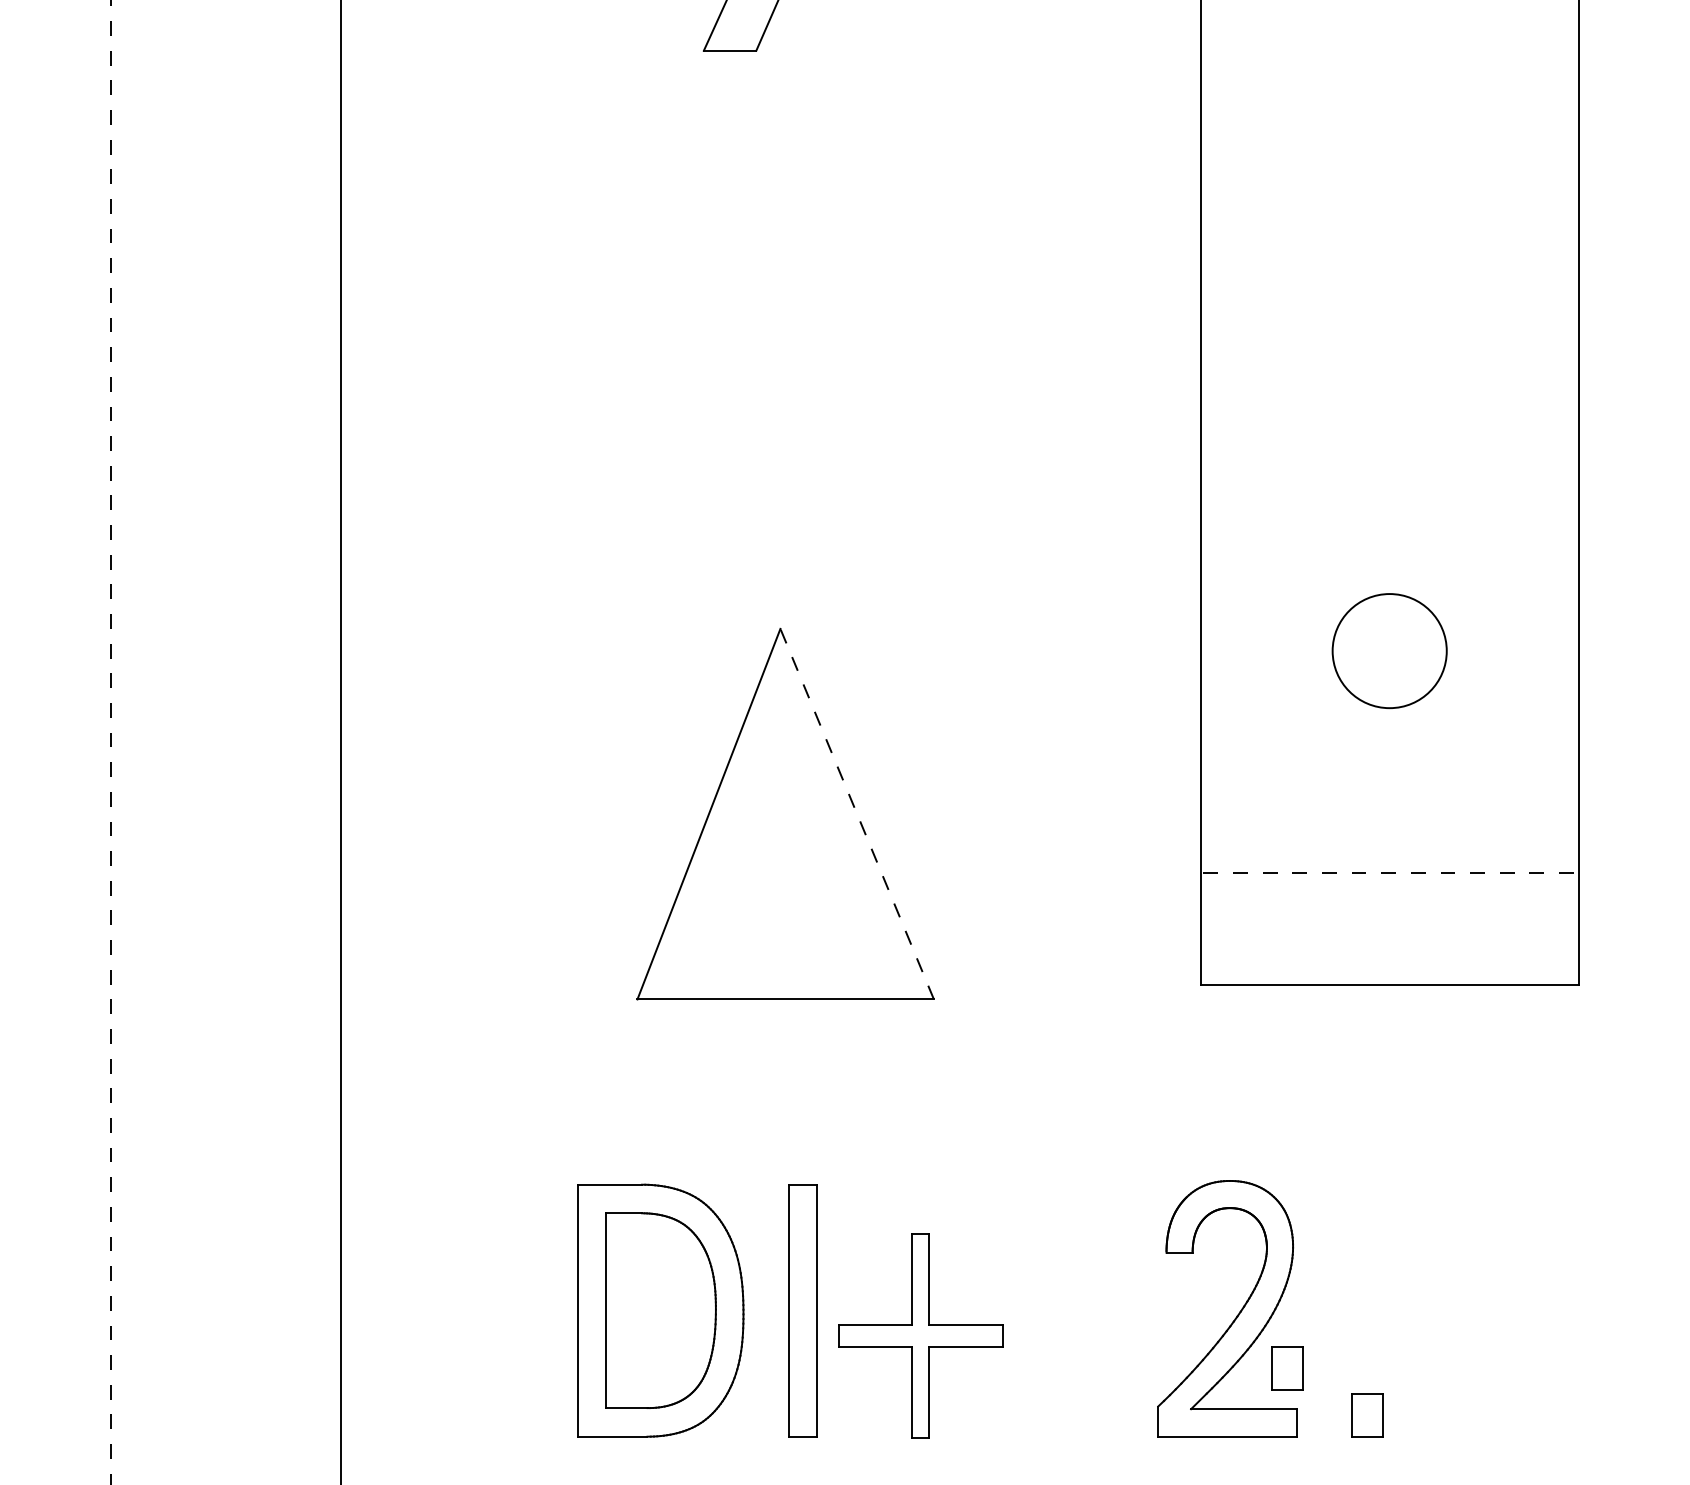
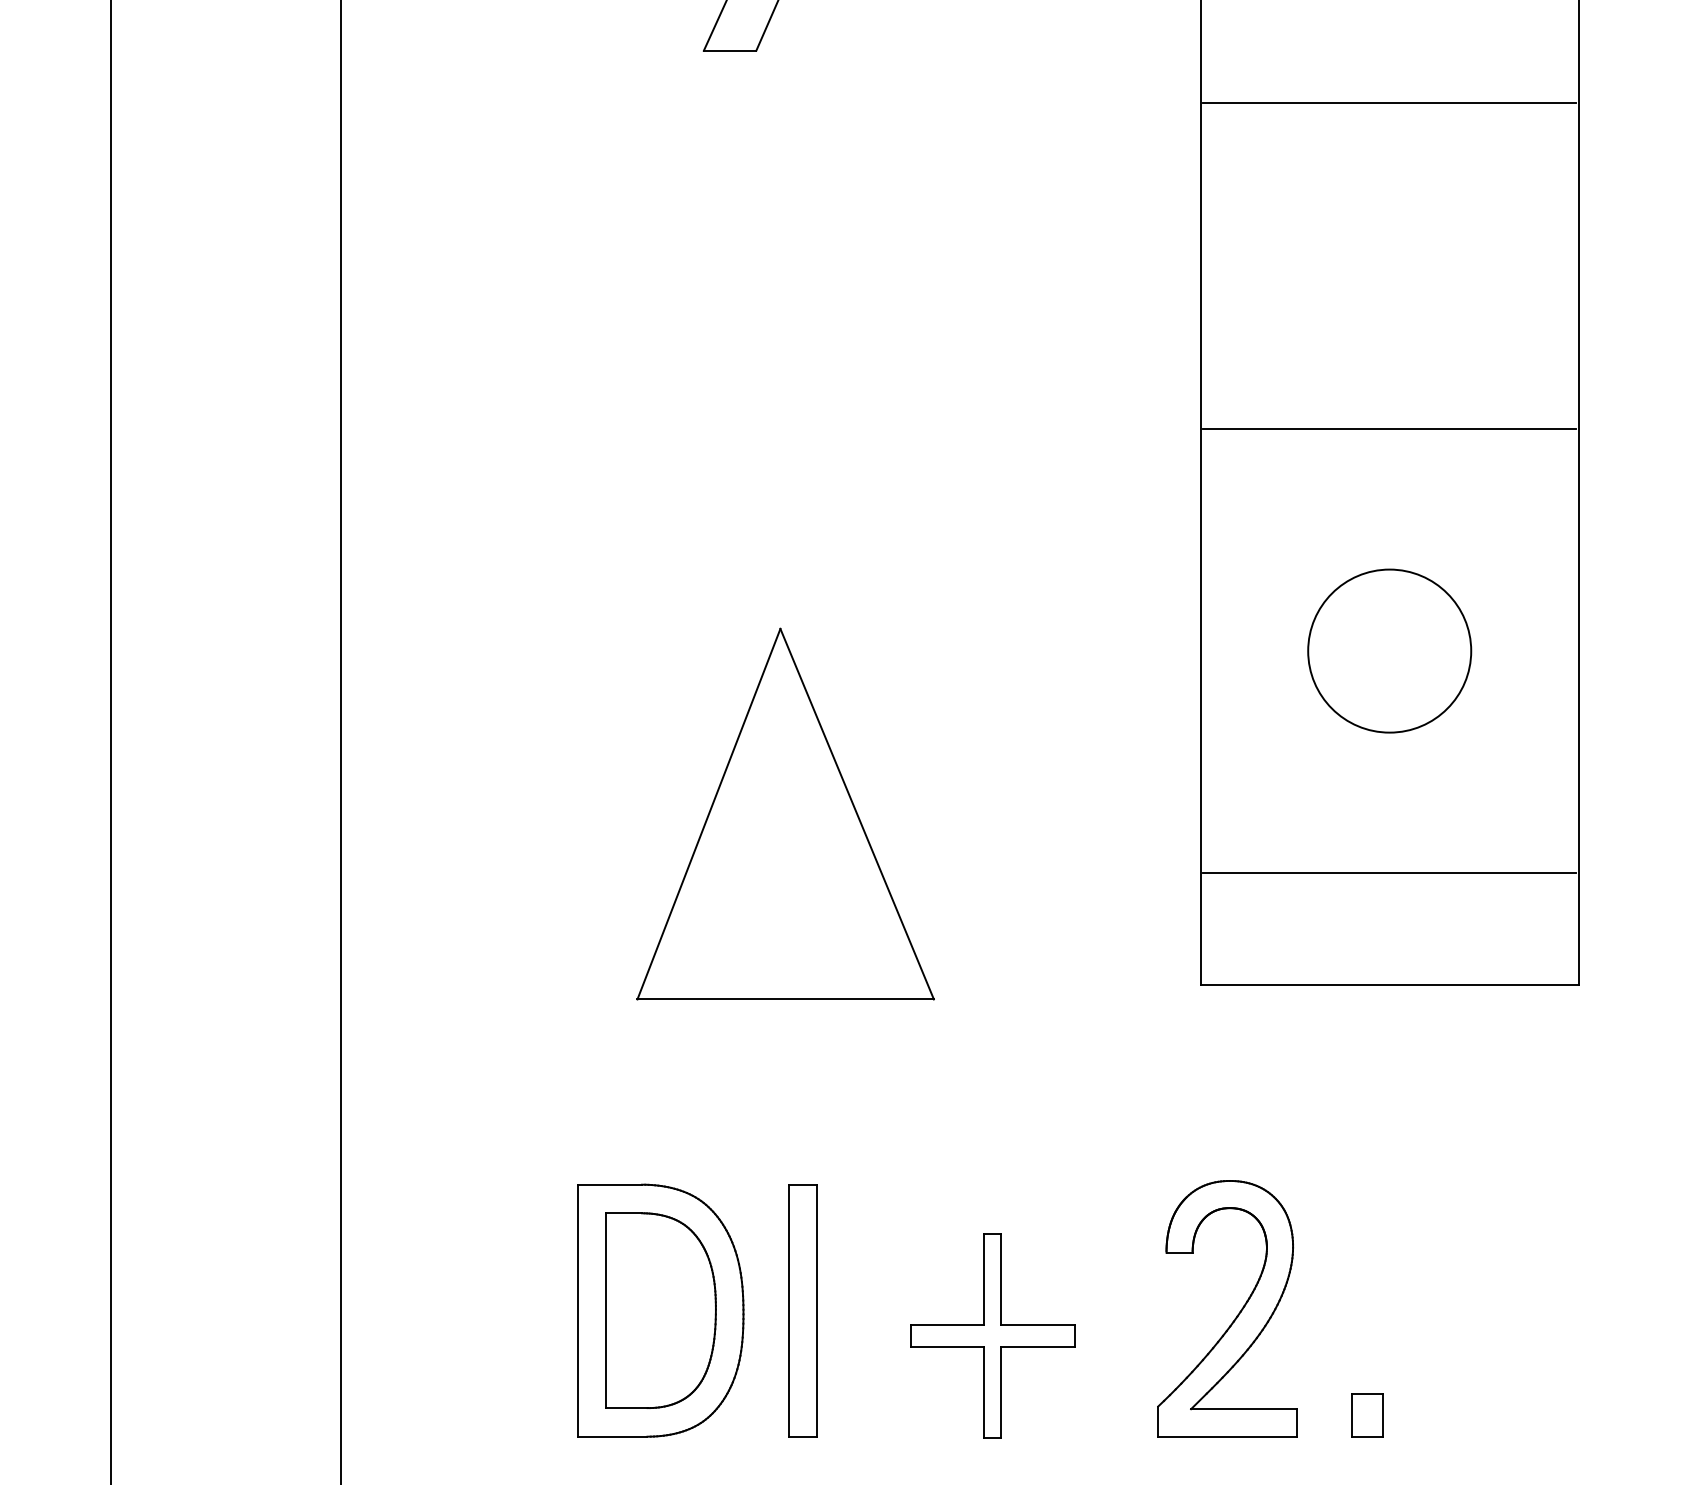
line at (1389, 102): none -> present
line at (1389, 428): none -> present
circle at (1389, 651) diameter: 114 px -> 163 px
line at (111, 742): dashed -> solid
line at (857, 814): dashed -> solid
line at (1390, 873): dashed -> solid
part at (920, 1335) position: (920, 1335) -> (992, 1335)
part at (1287, 1368): present -> none
